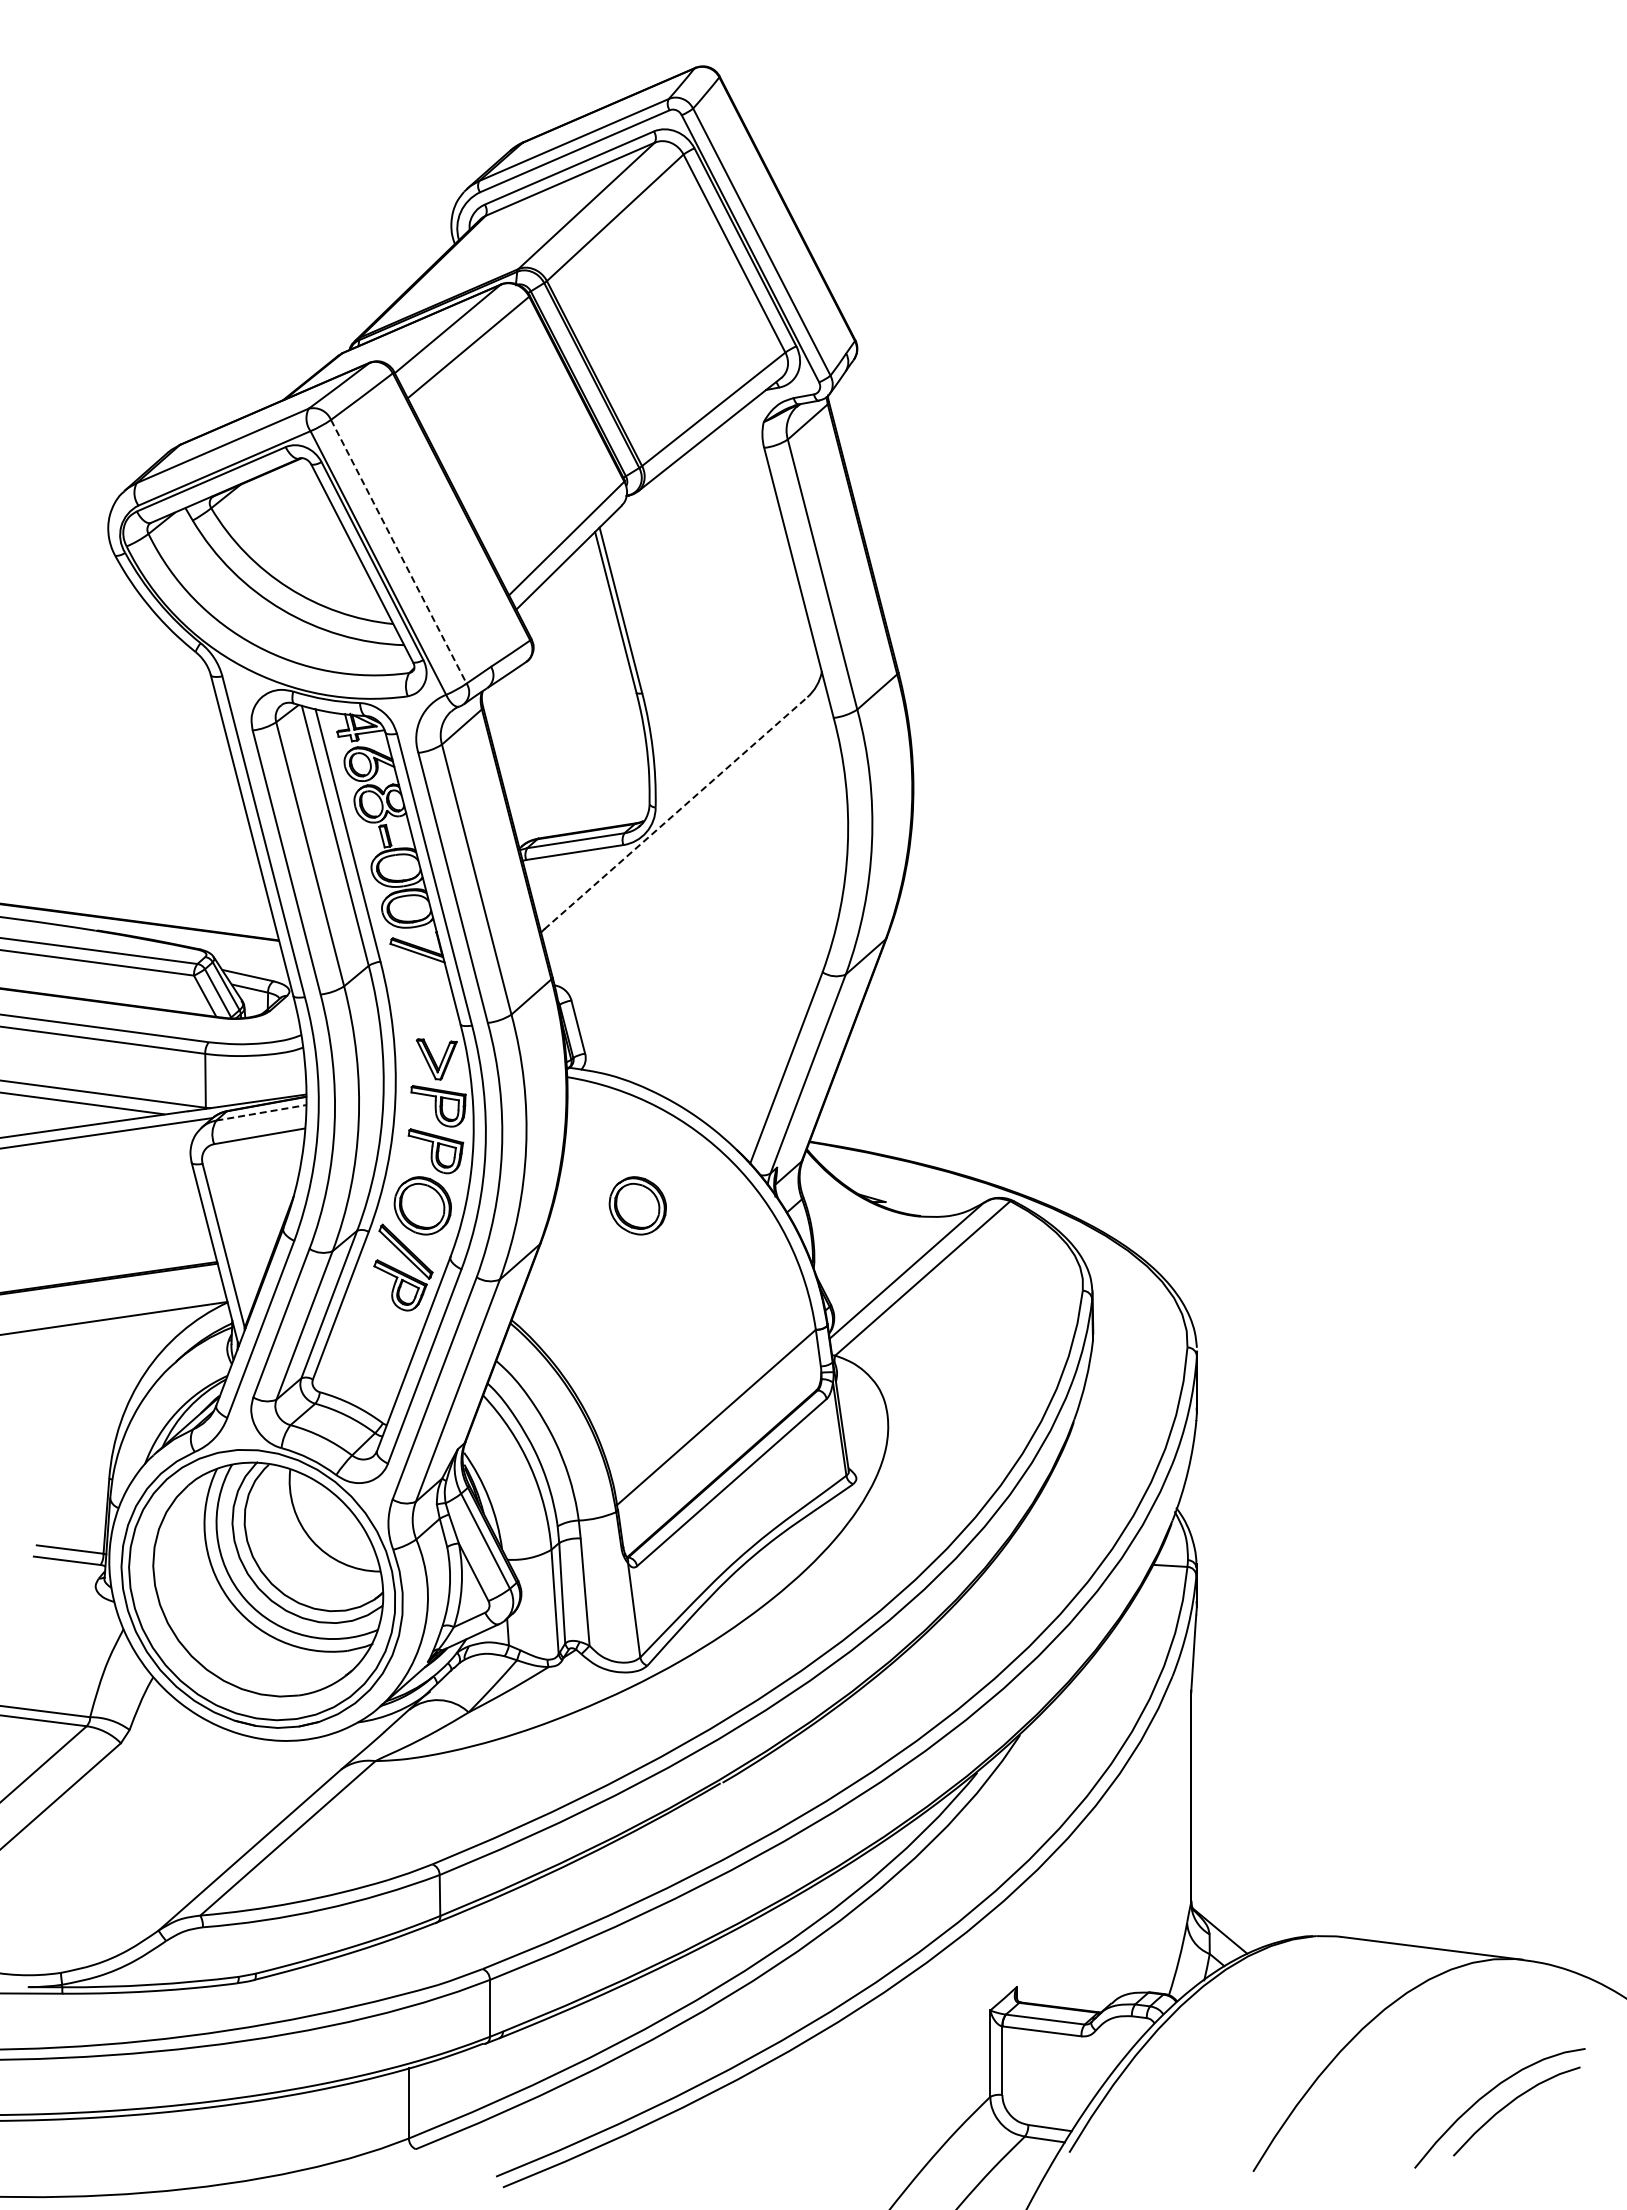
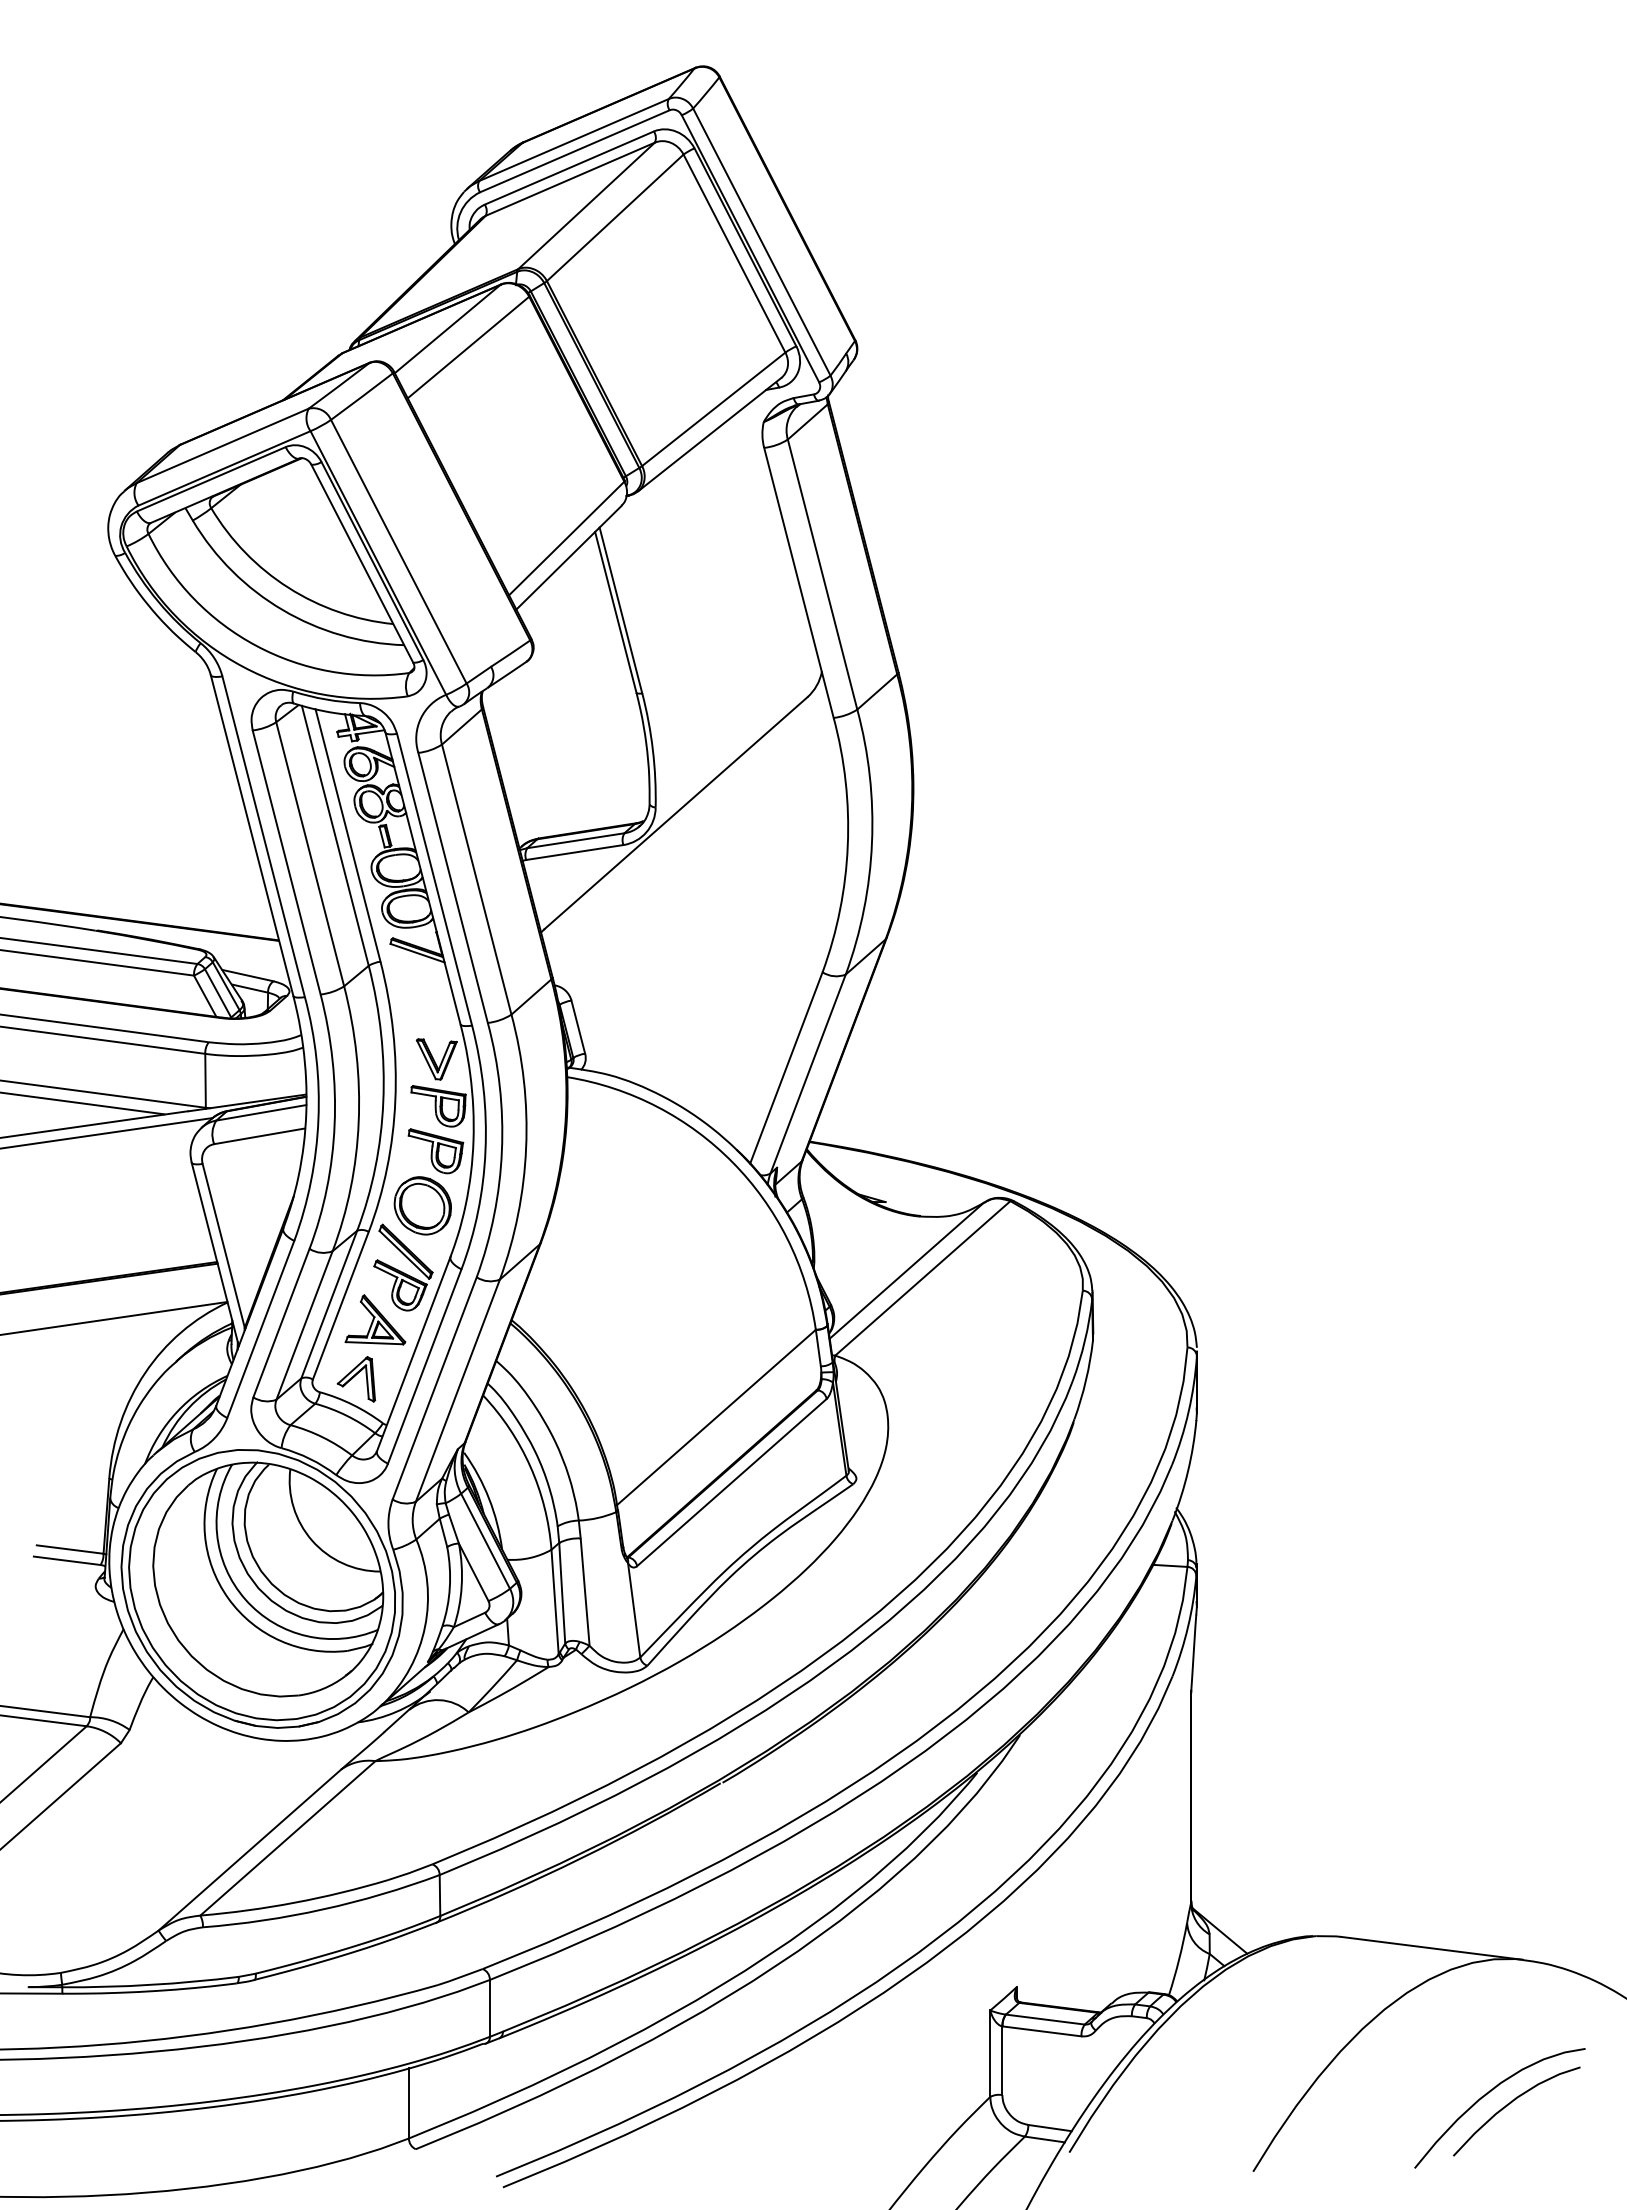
line at (399, 552): dashed -> solid
line at (676, 812): dashed -> solid
line at (261, 1112): dashed -> solid
part at (637, 1205): present -> none
part at (375, 1319): none -> present
part at (356, 1379): none -> present
